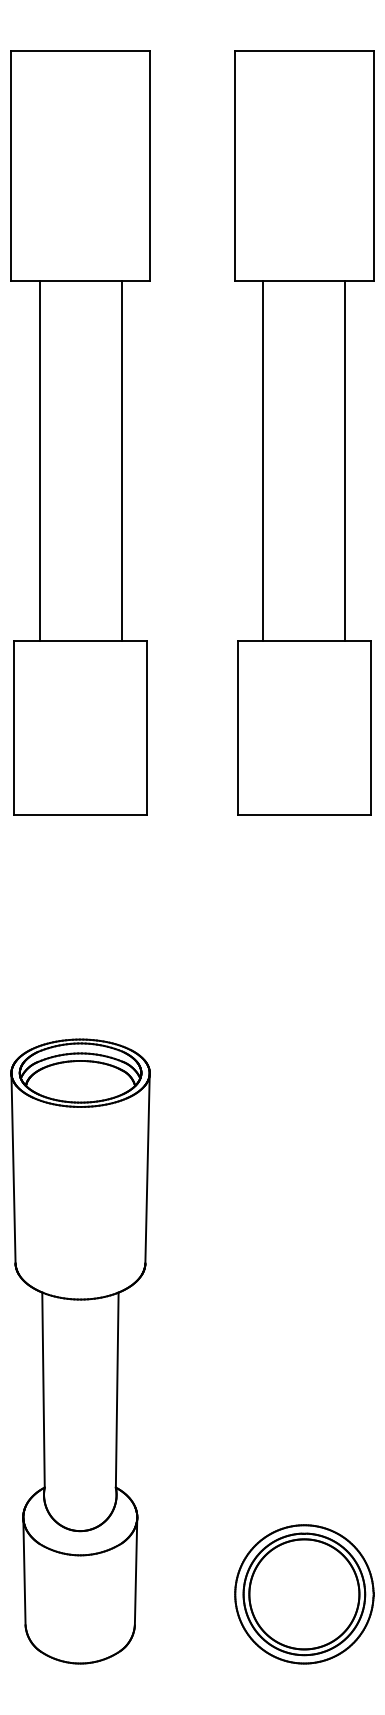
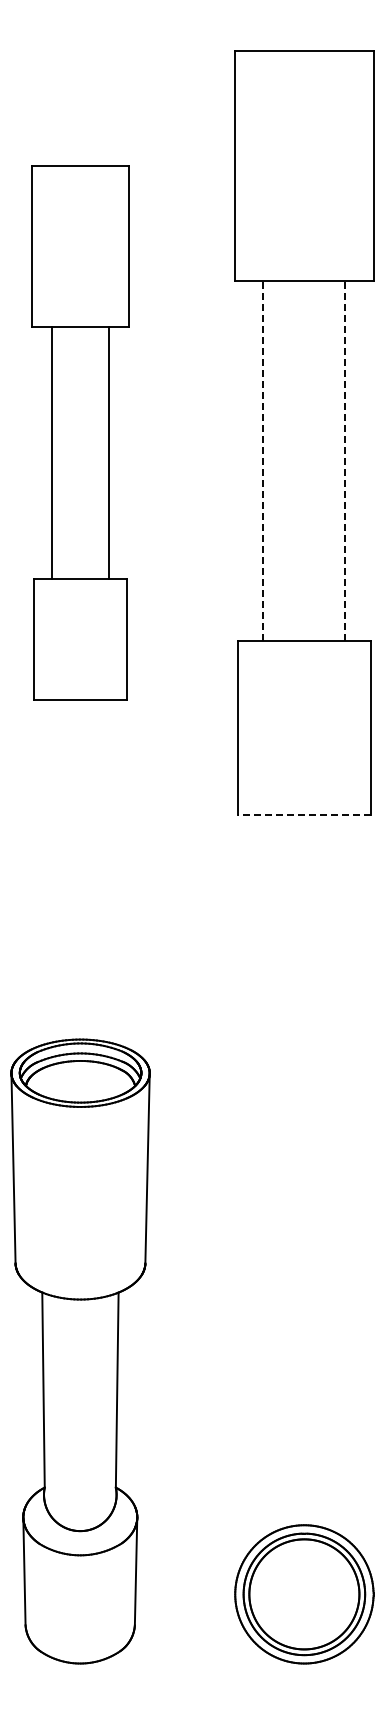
part at (80, 432) size: 141x766 px -> 99x536 px
line at (263, 460): solid -> dashed
line at (345, 460): solid -> dashed
line at (304, 814): solid -> dashed
